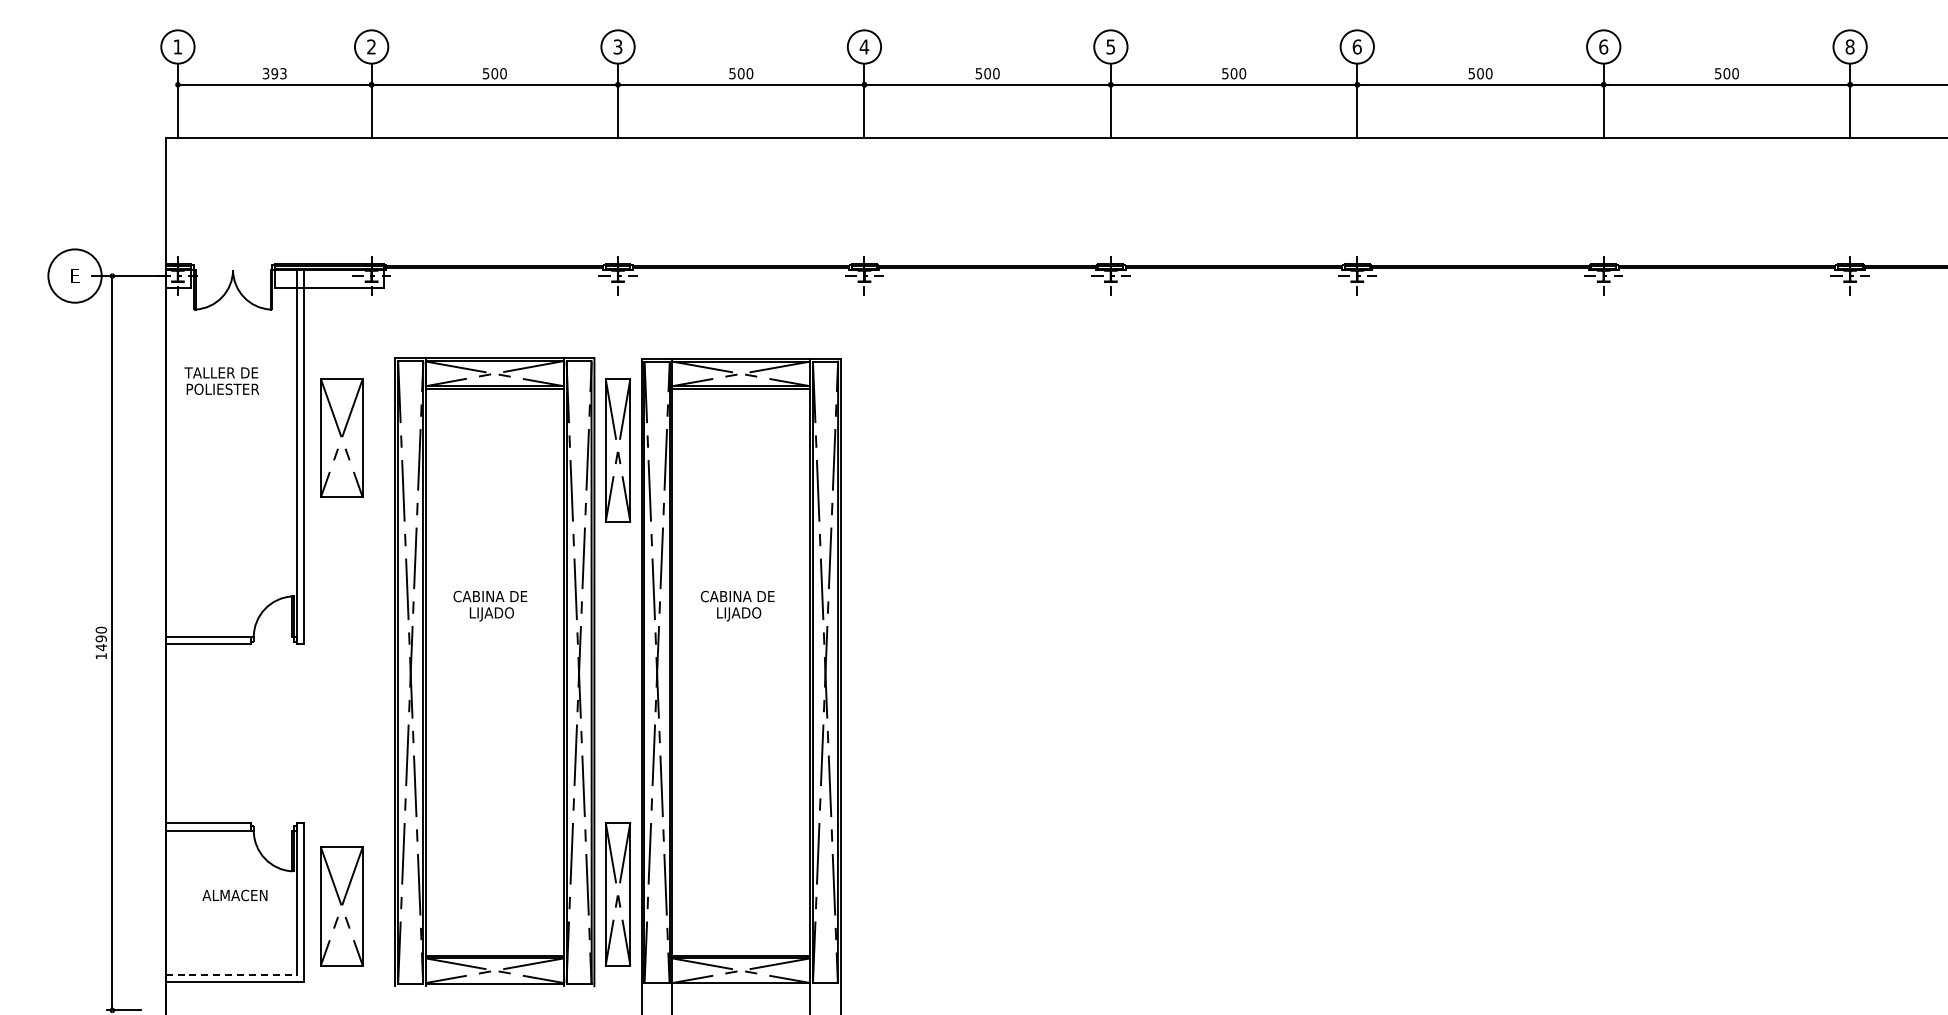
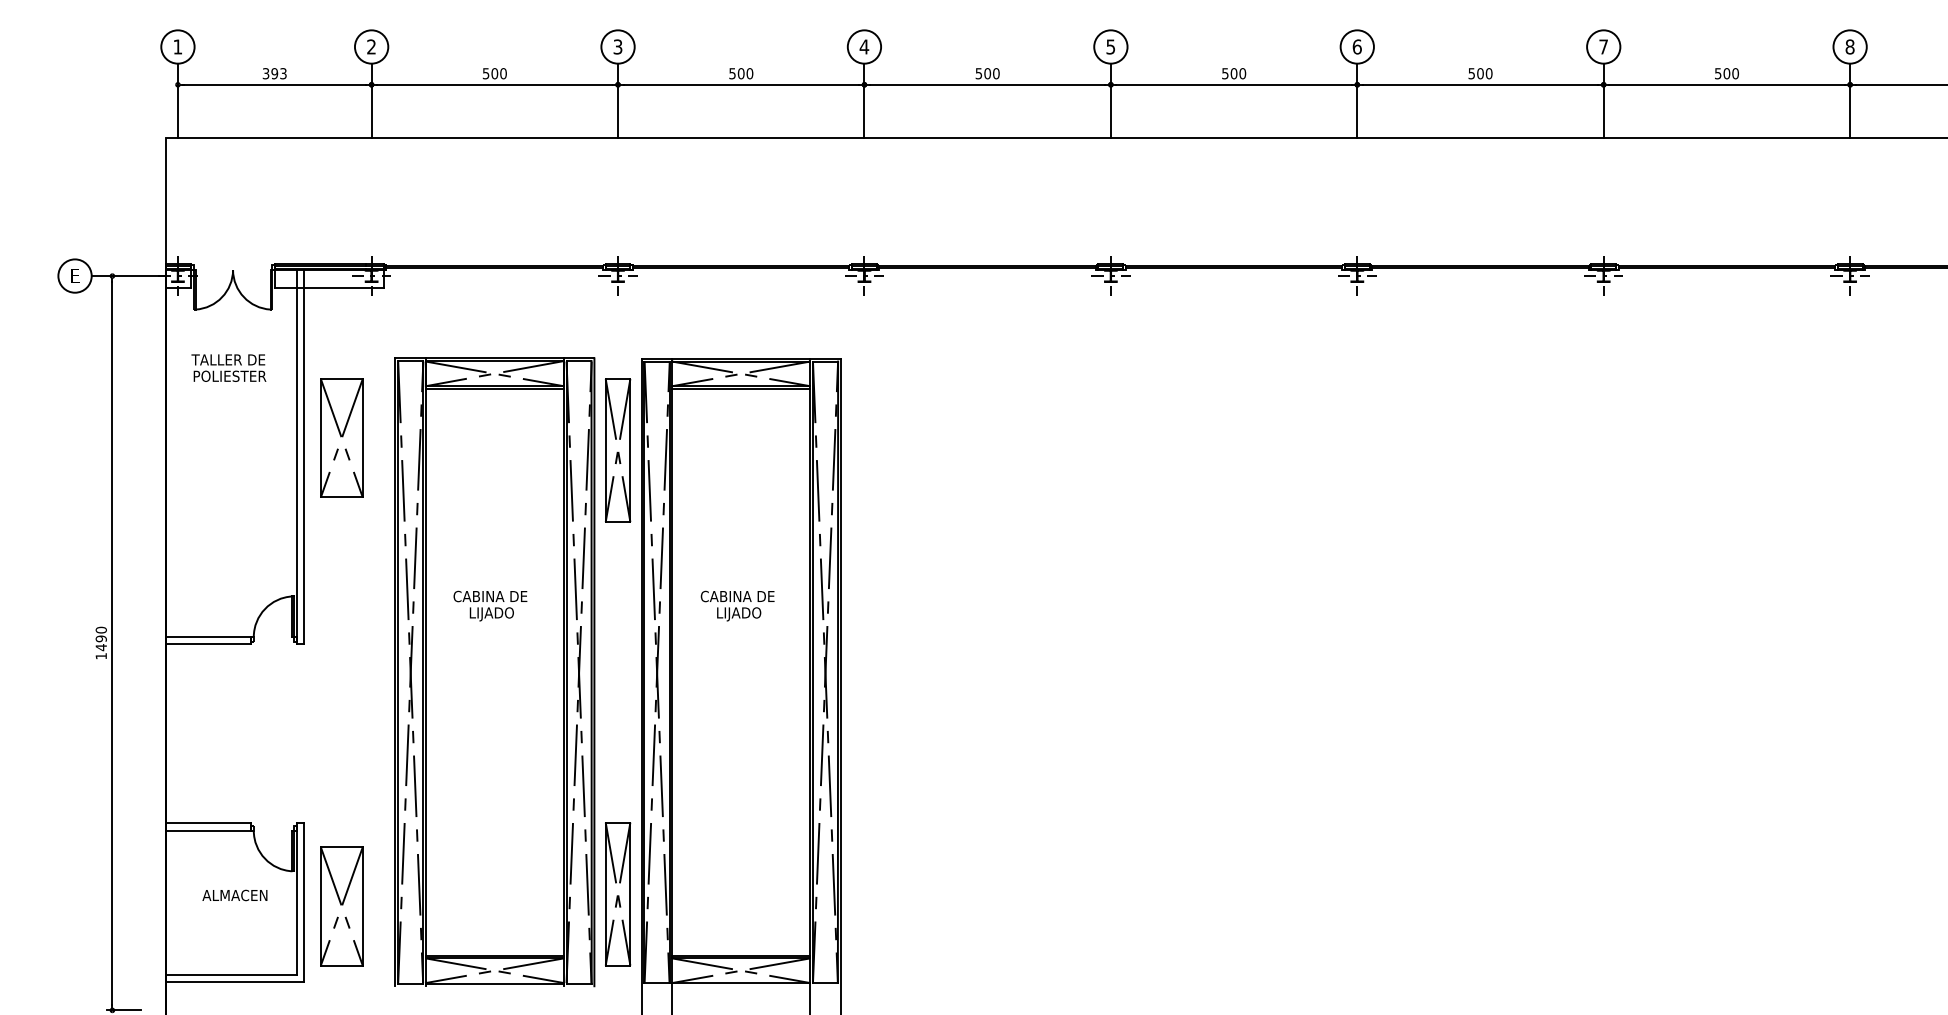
text at (1603, 46): 6 -> 7
circle at (74, 275) diameter: 53 px -> 33 px
text at (221, 380) position: (221, 380) -> (228, 367)
line at (231, 974): dashed -> solid
